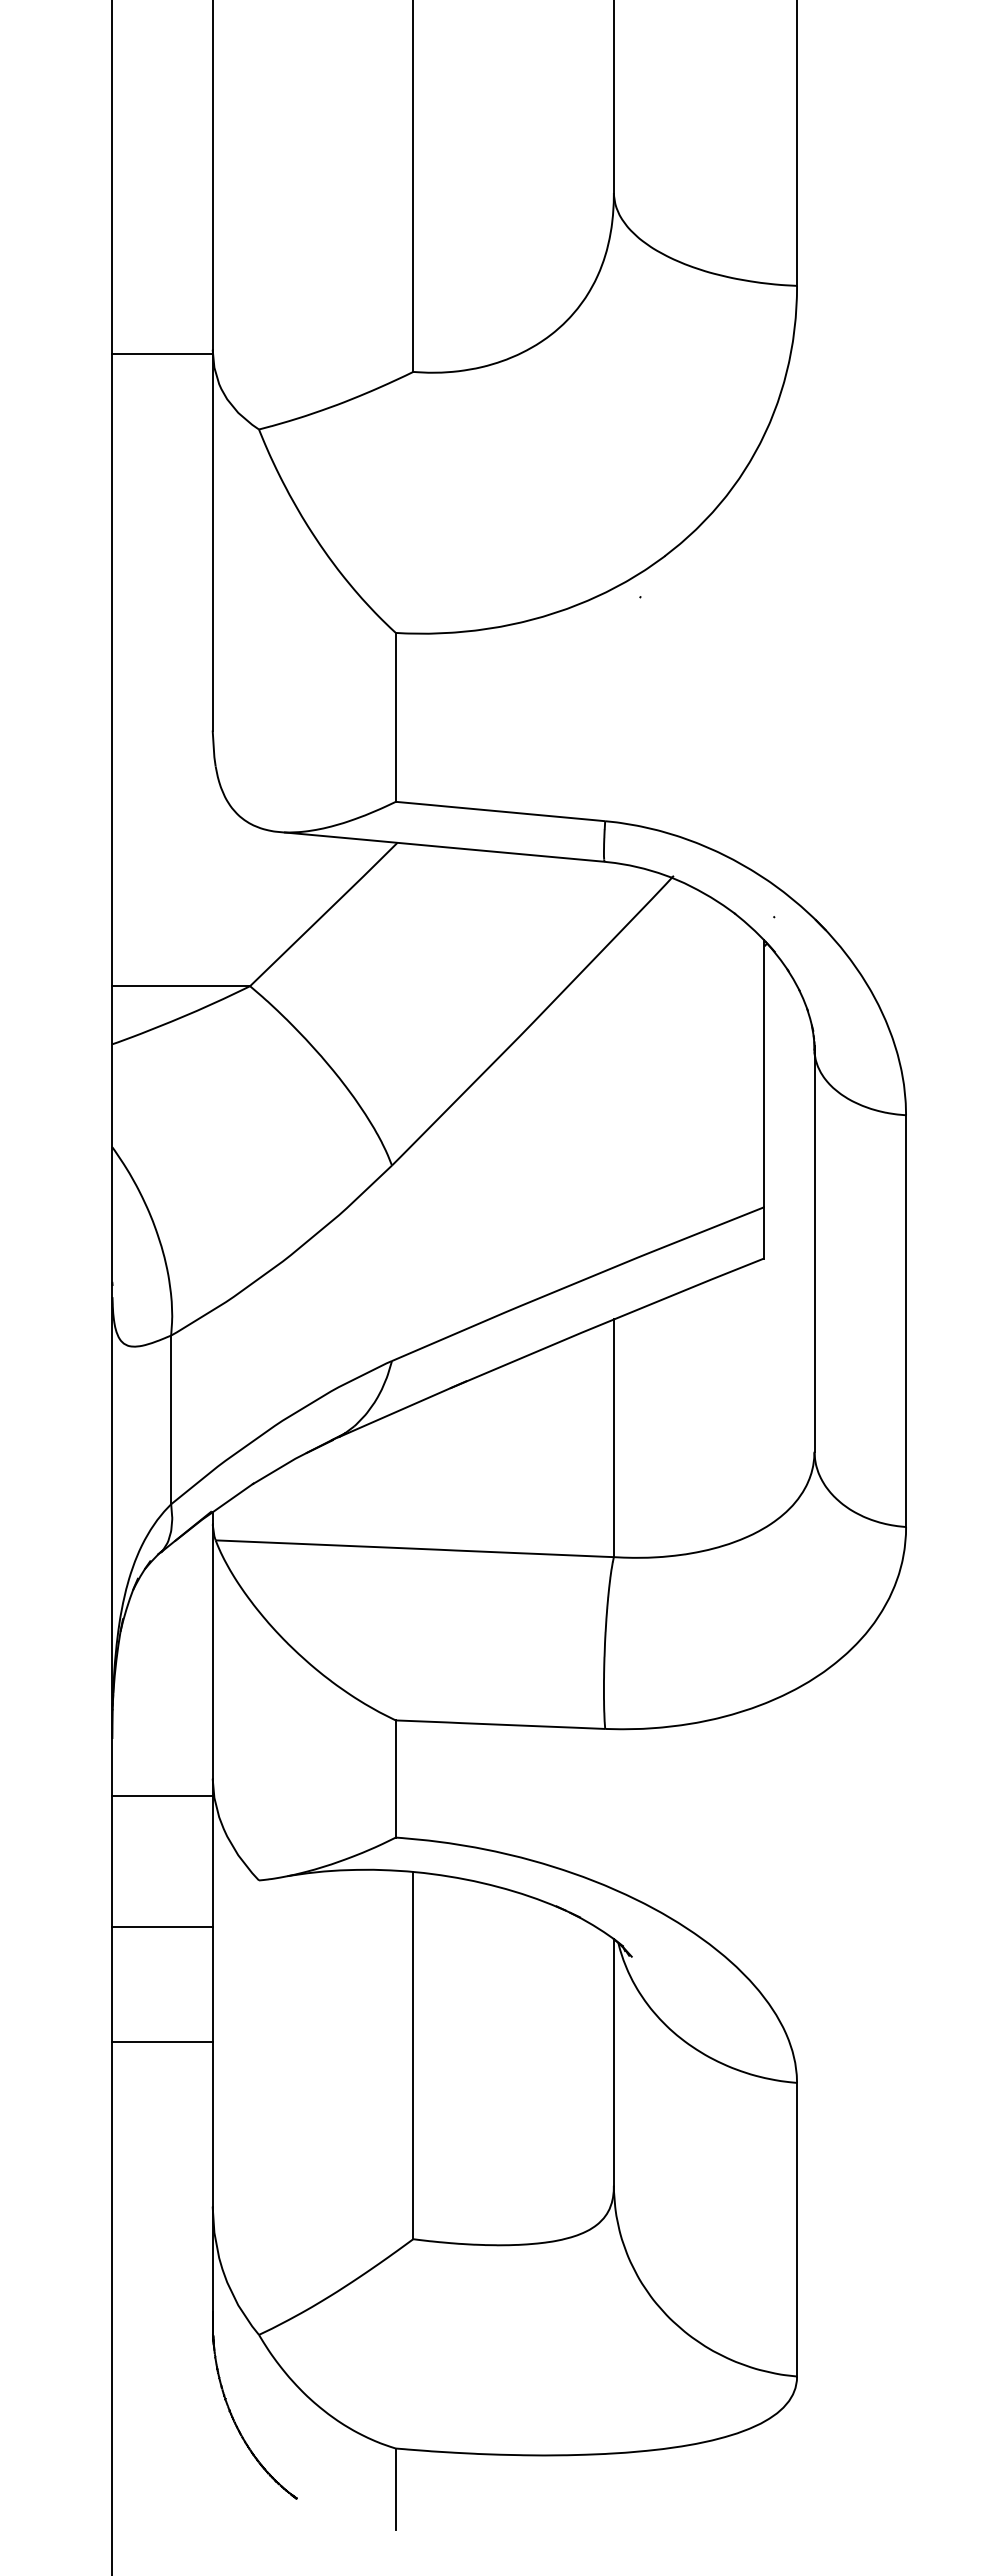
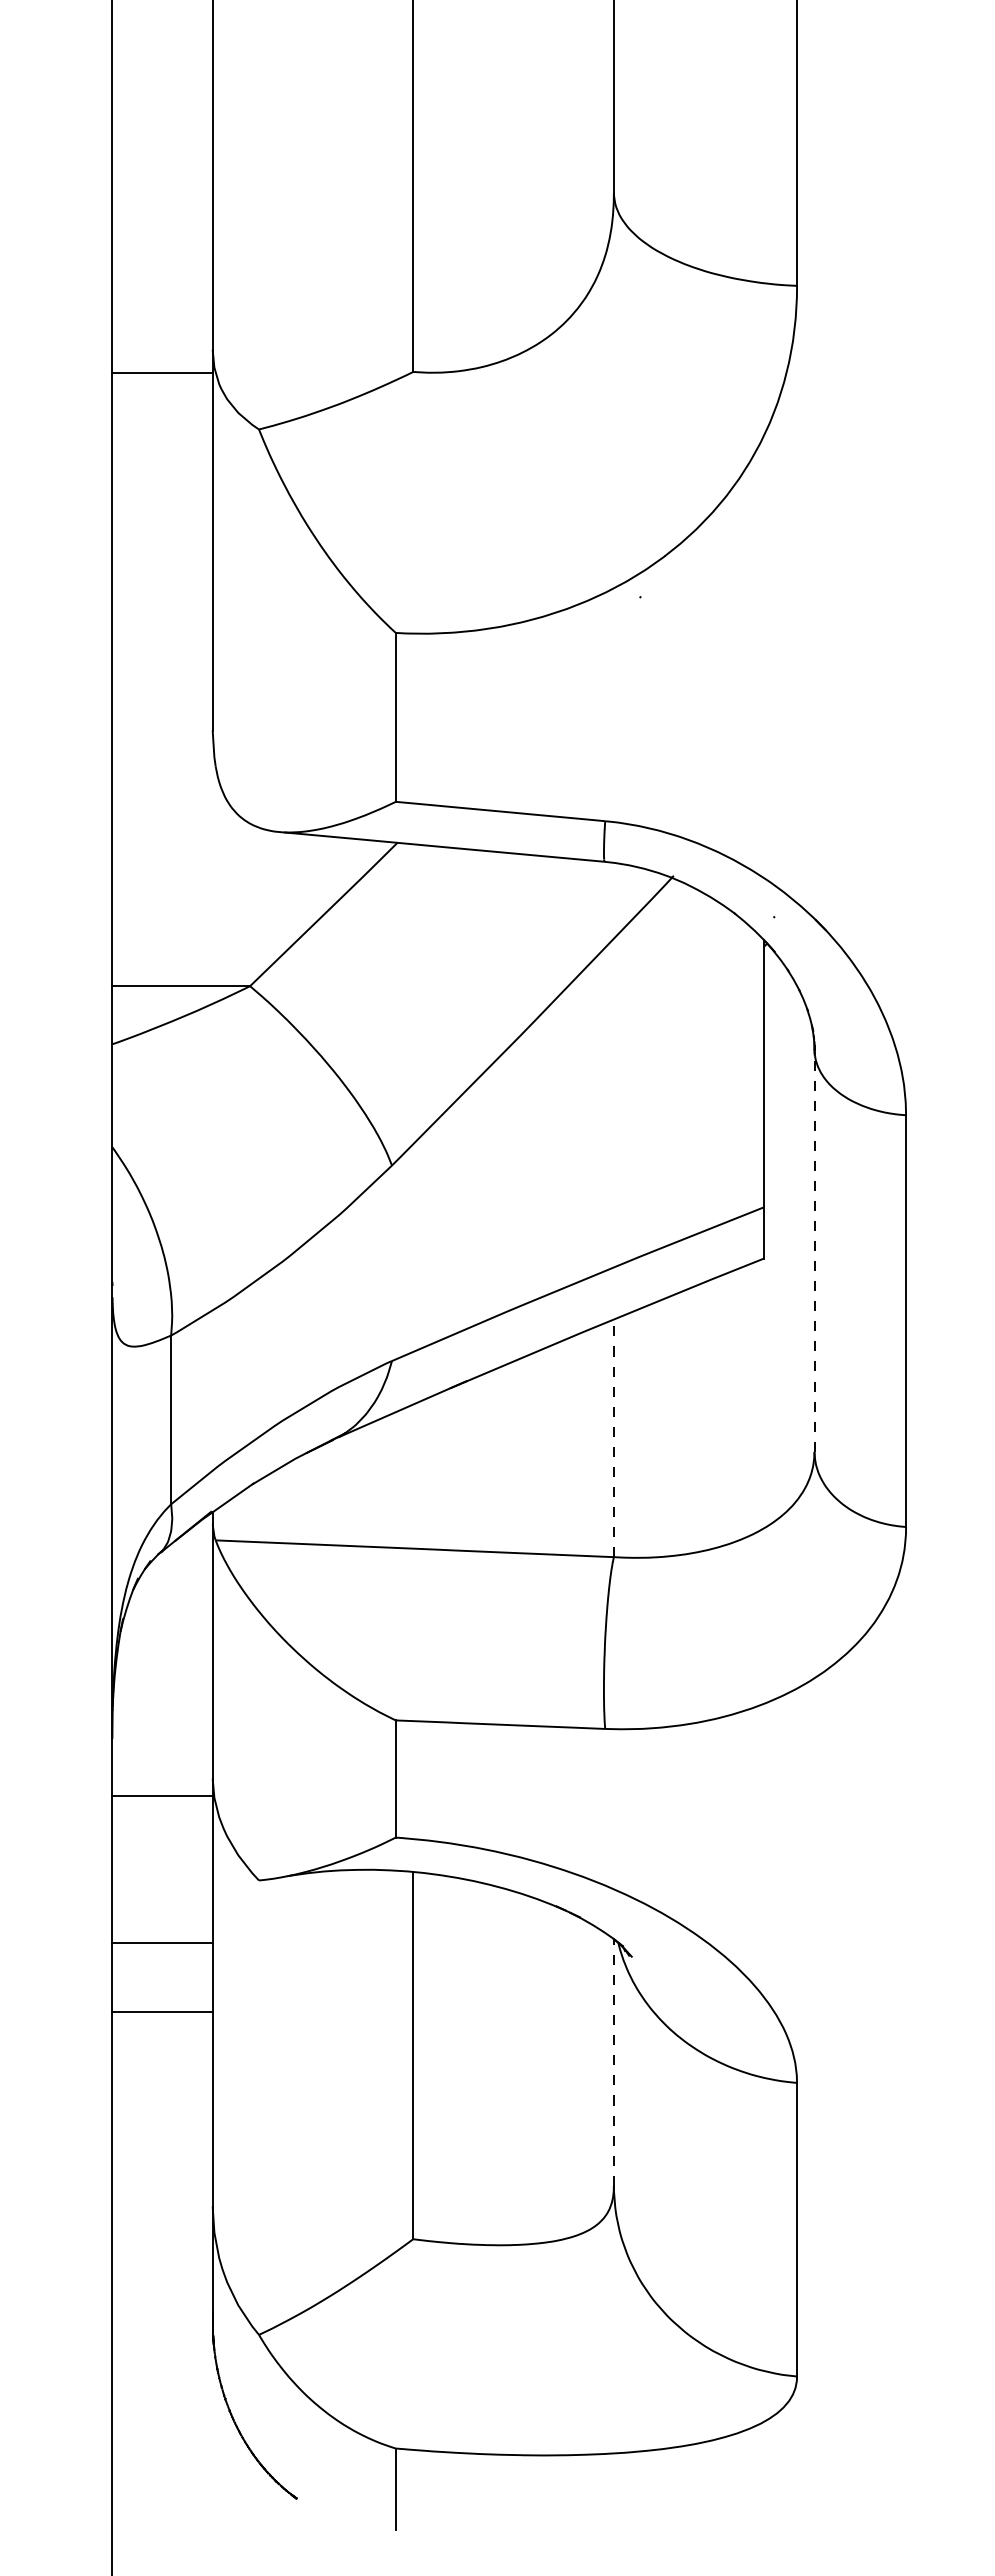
line at (162, 353) position: (162, 353) -> (162, 372)
line at (814, 1250): solid -> dashed
line at (613, 1438): solid -> dashed
line at (162, 1927) position: (162, 1927) -> (162, 1943)
line at (162, 2042) position: (162, 2042) -> (162, 2012)
line at (613, 2061): solid -> dashed
